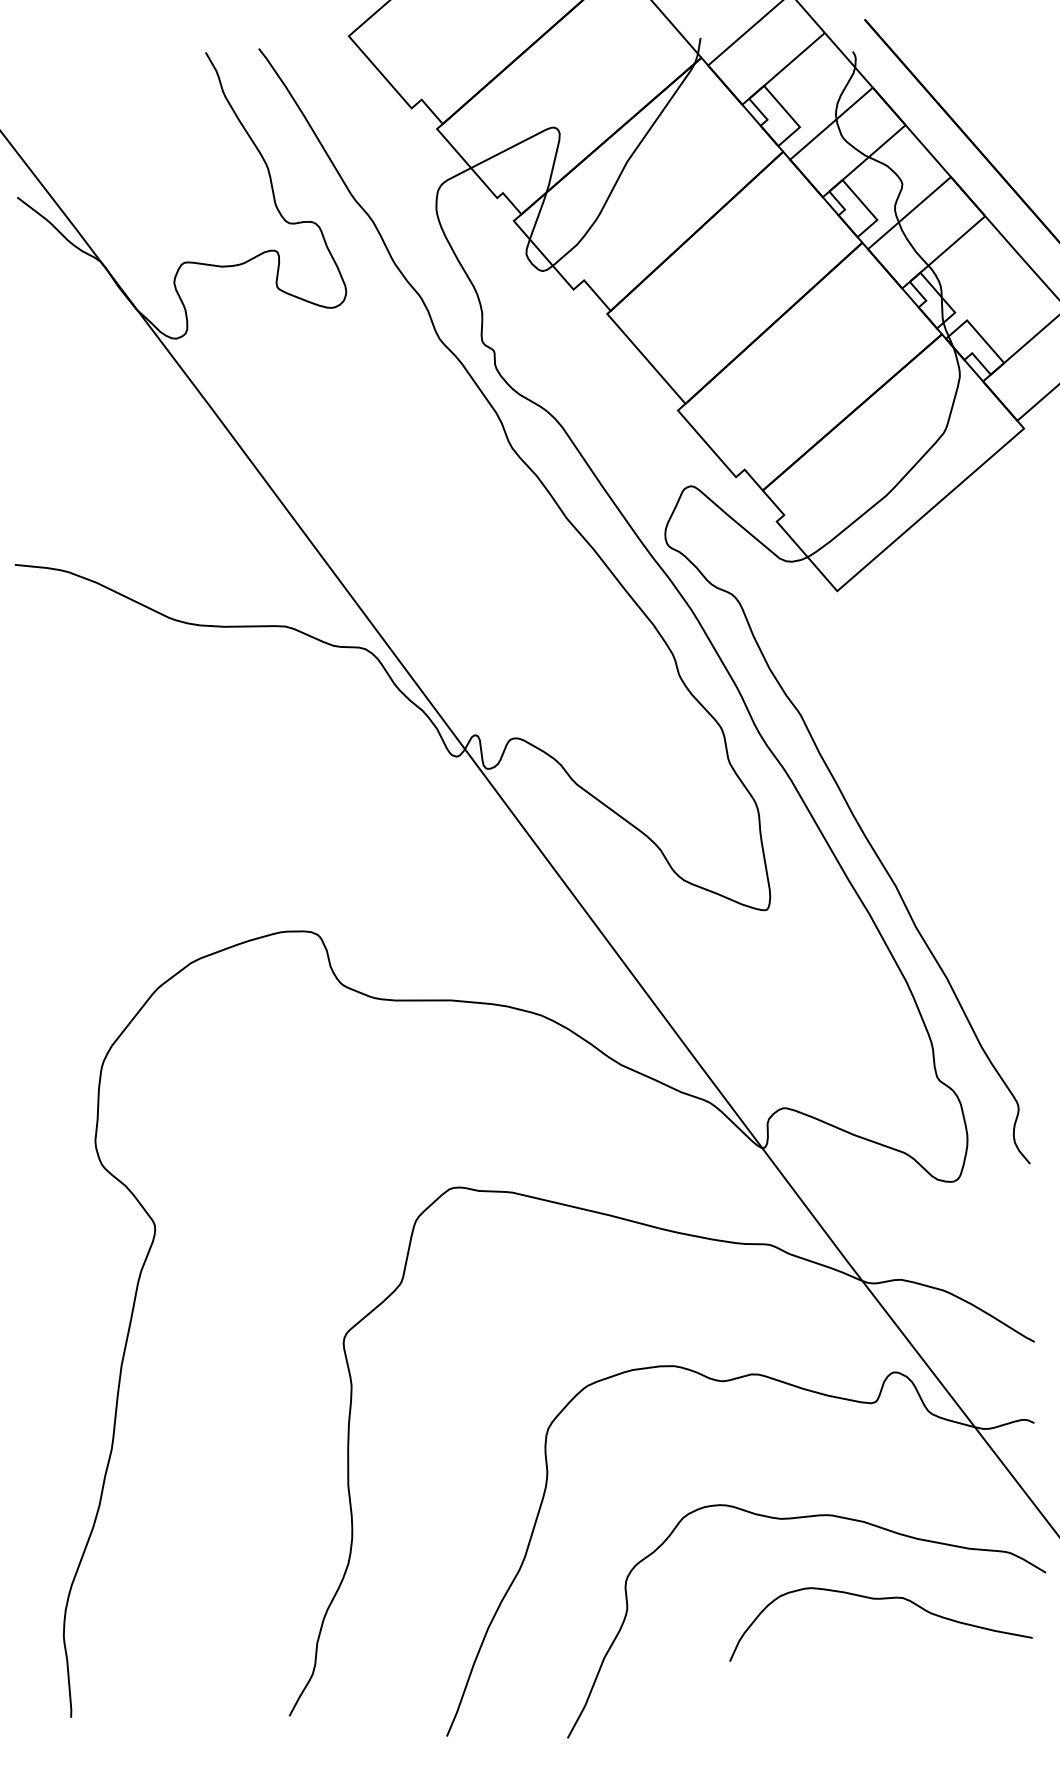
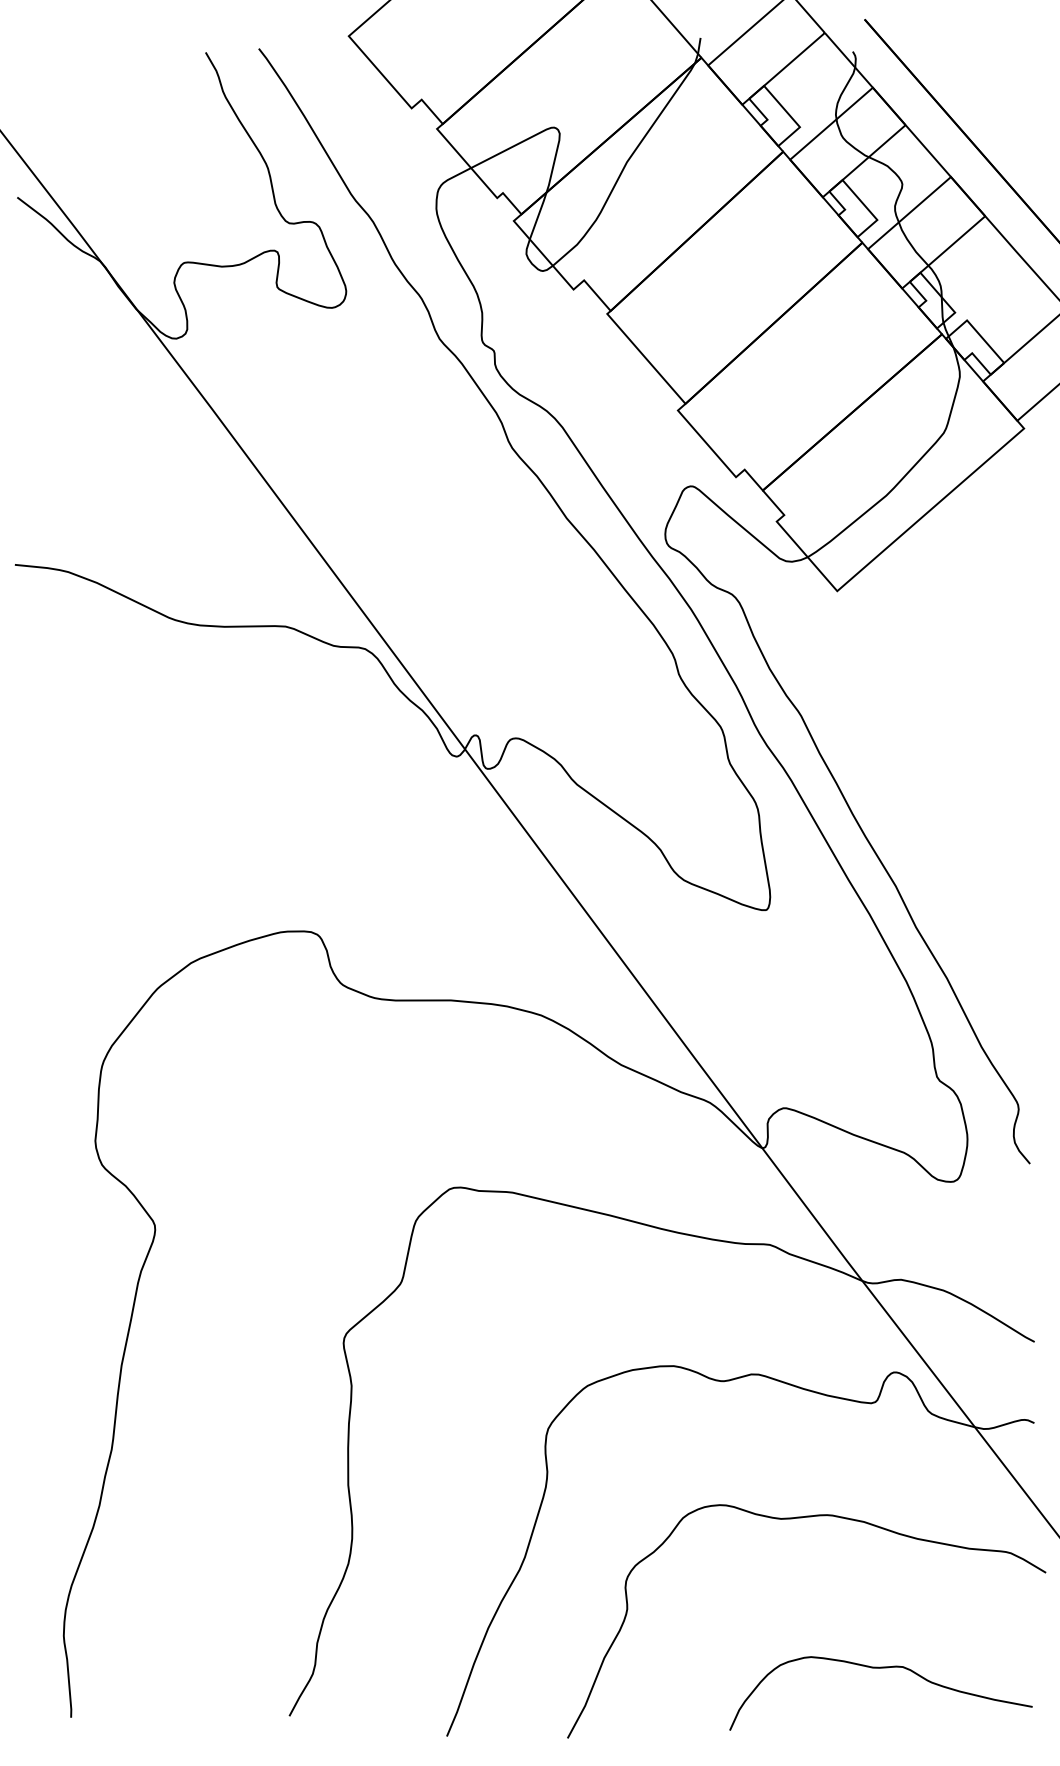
curve at (880, 1599) position: (880, 1599) -> (880, 1668)
